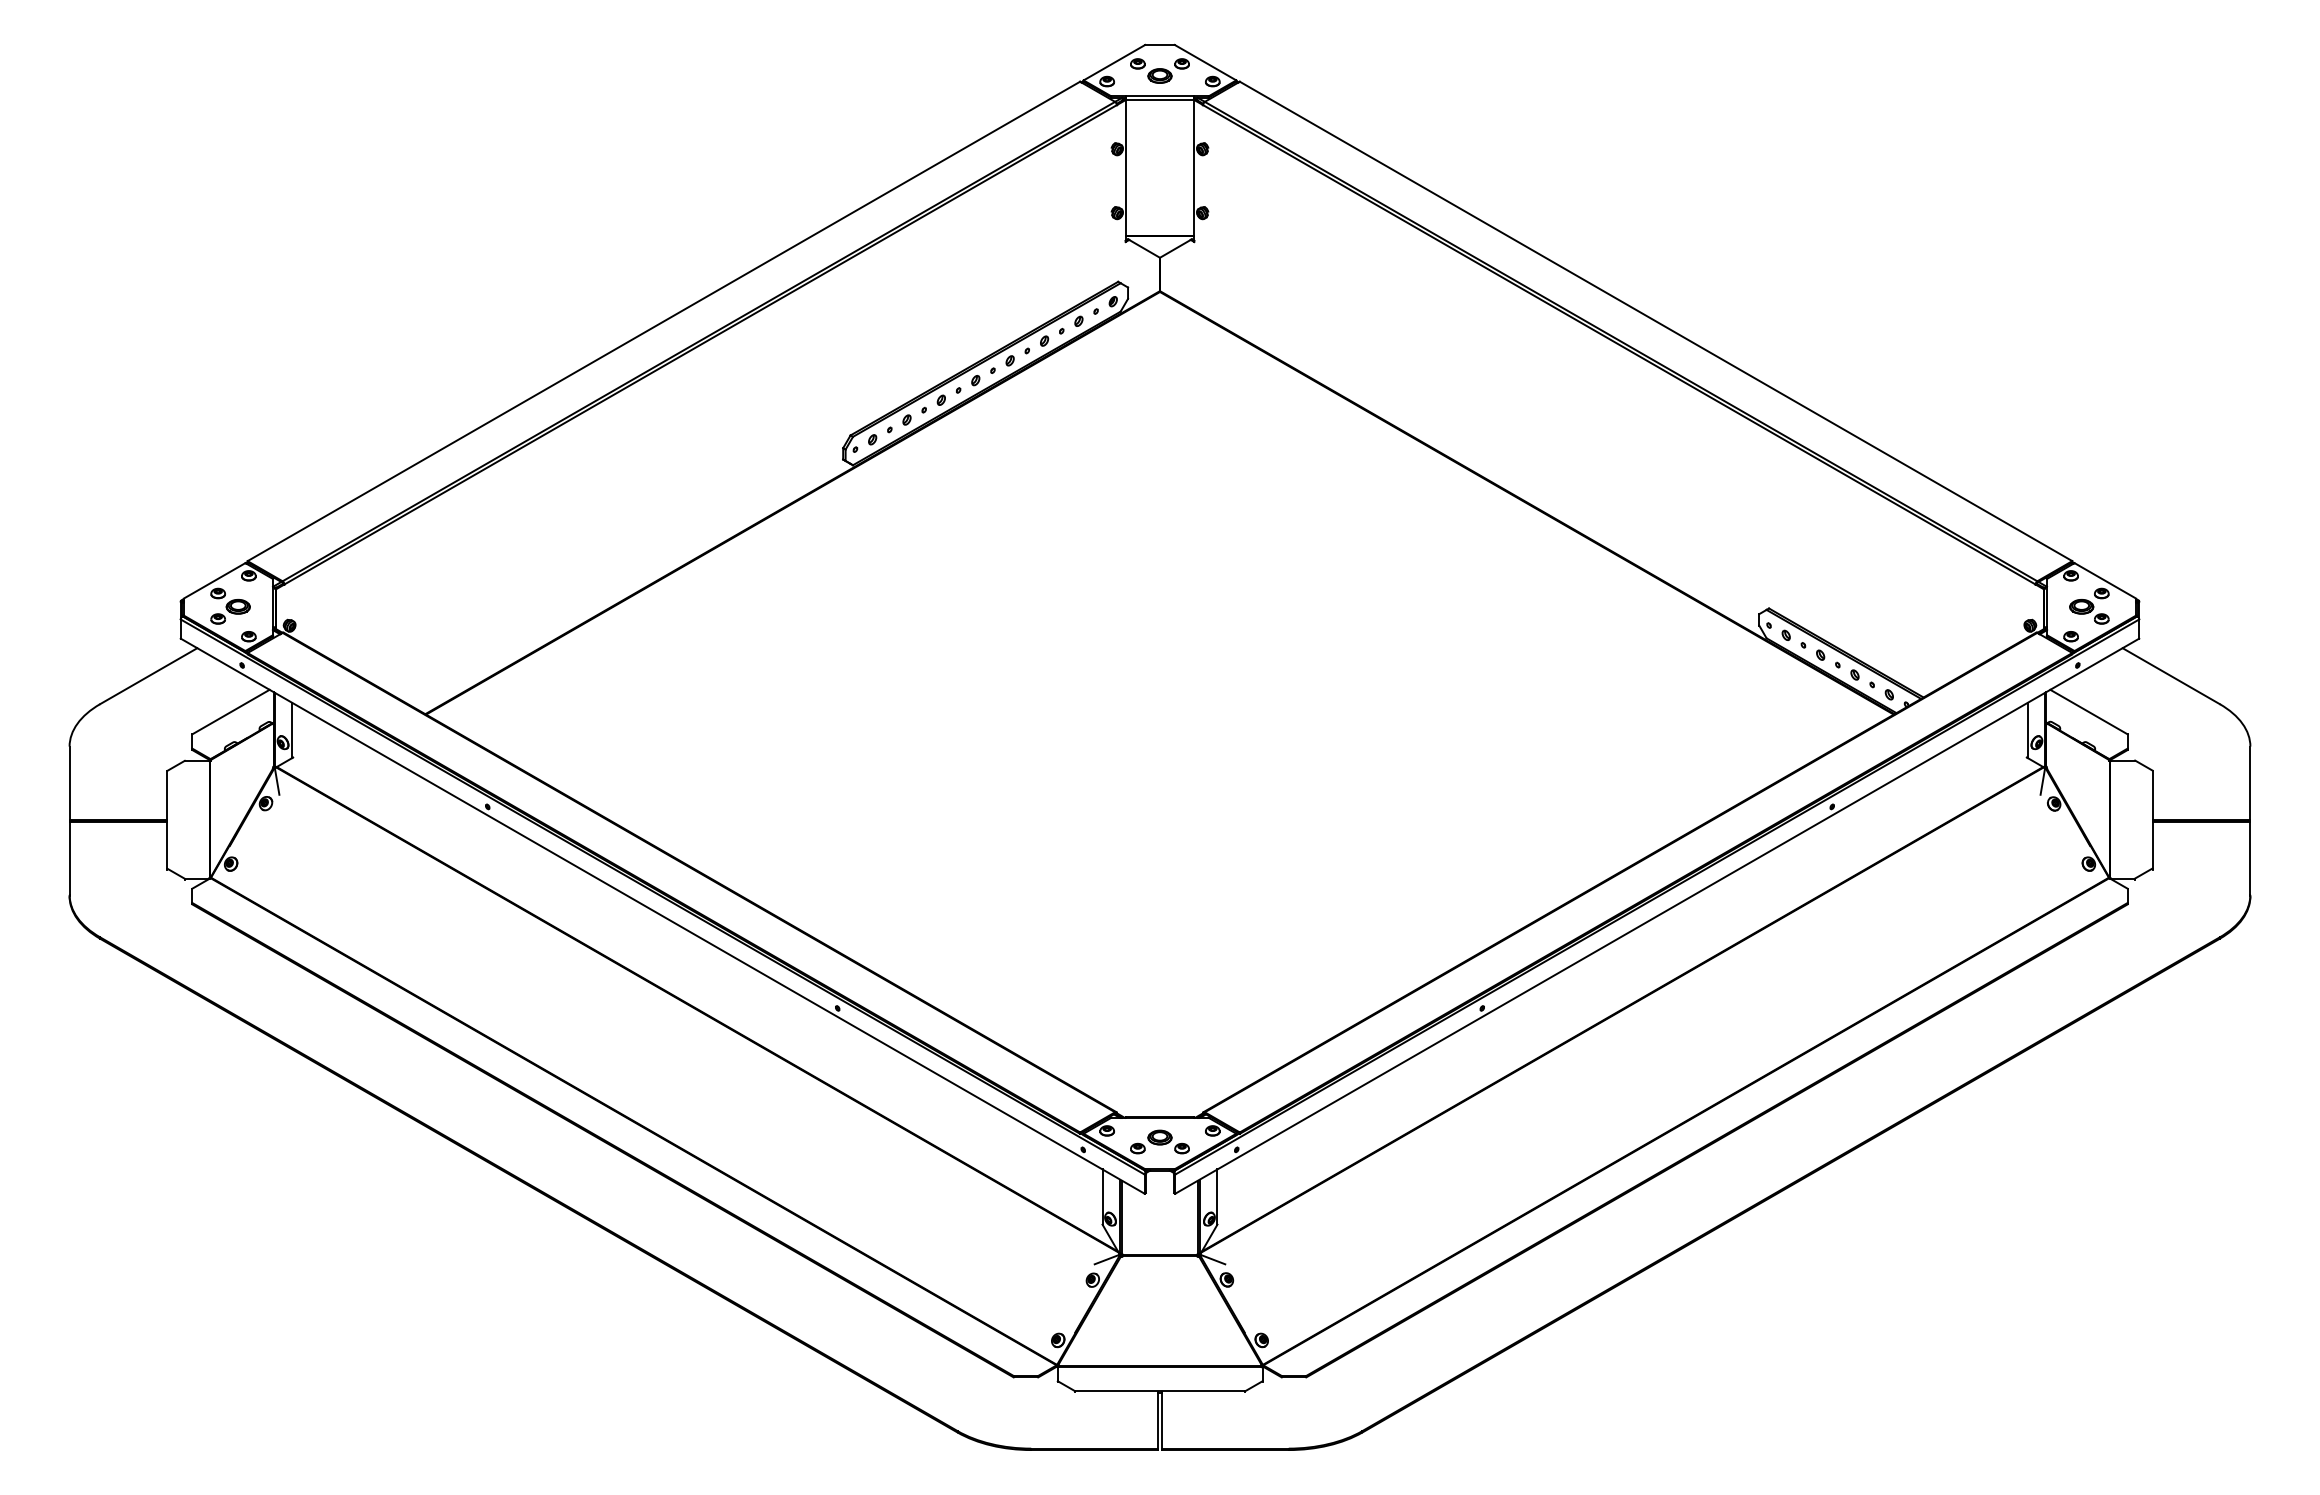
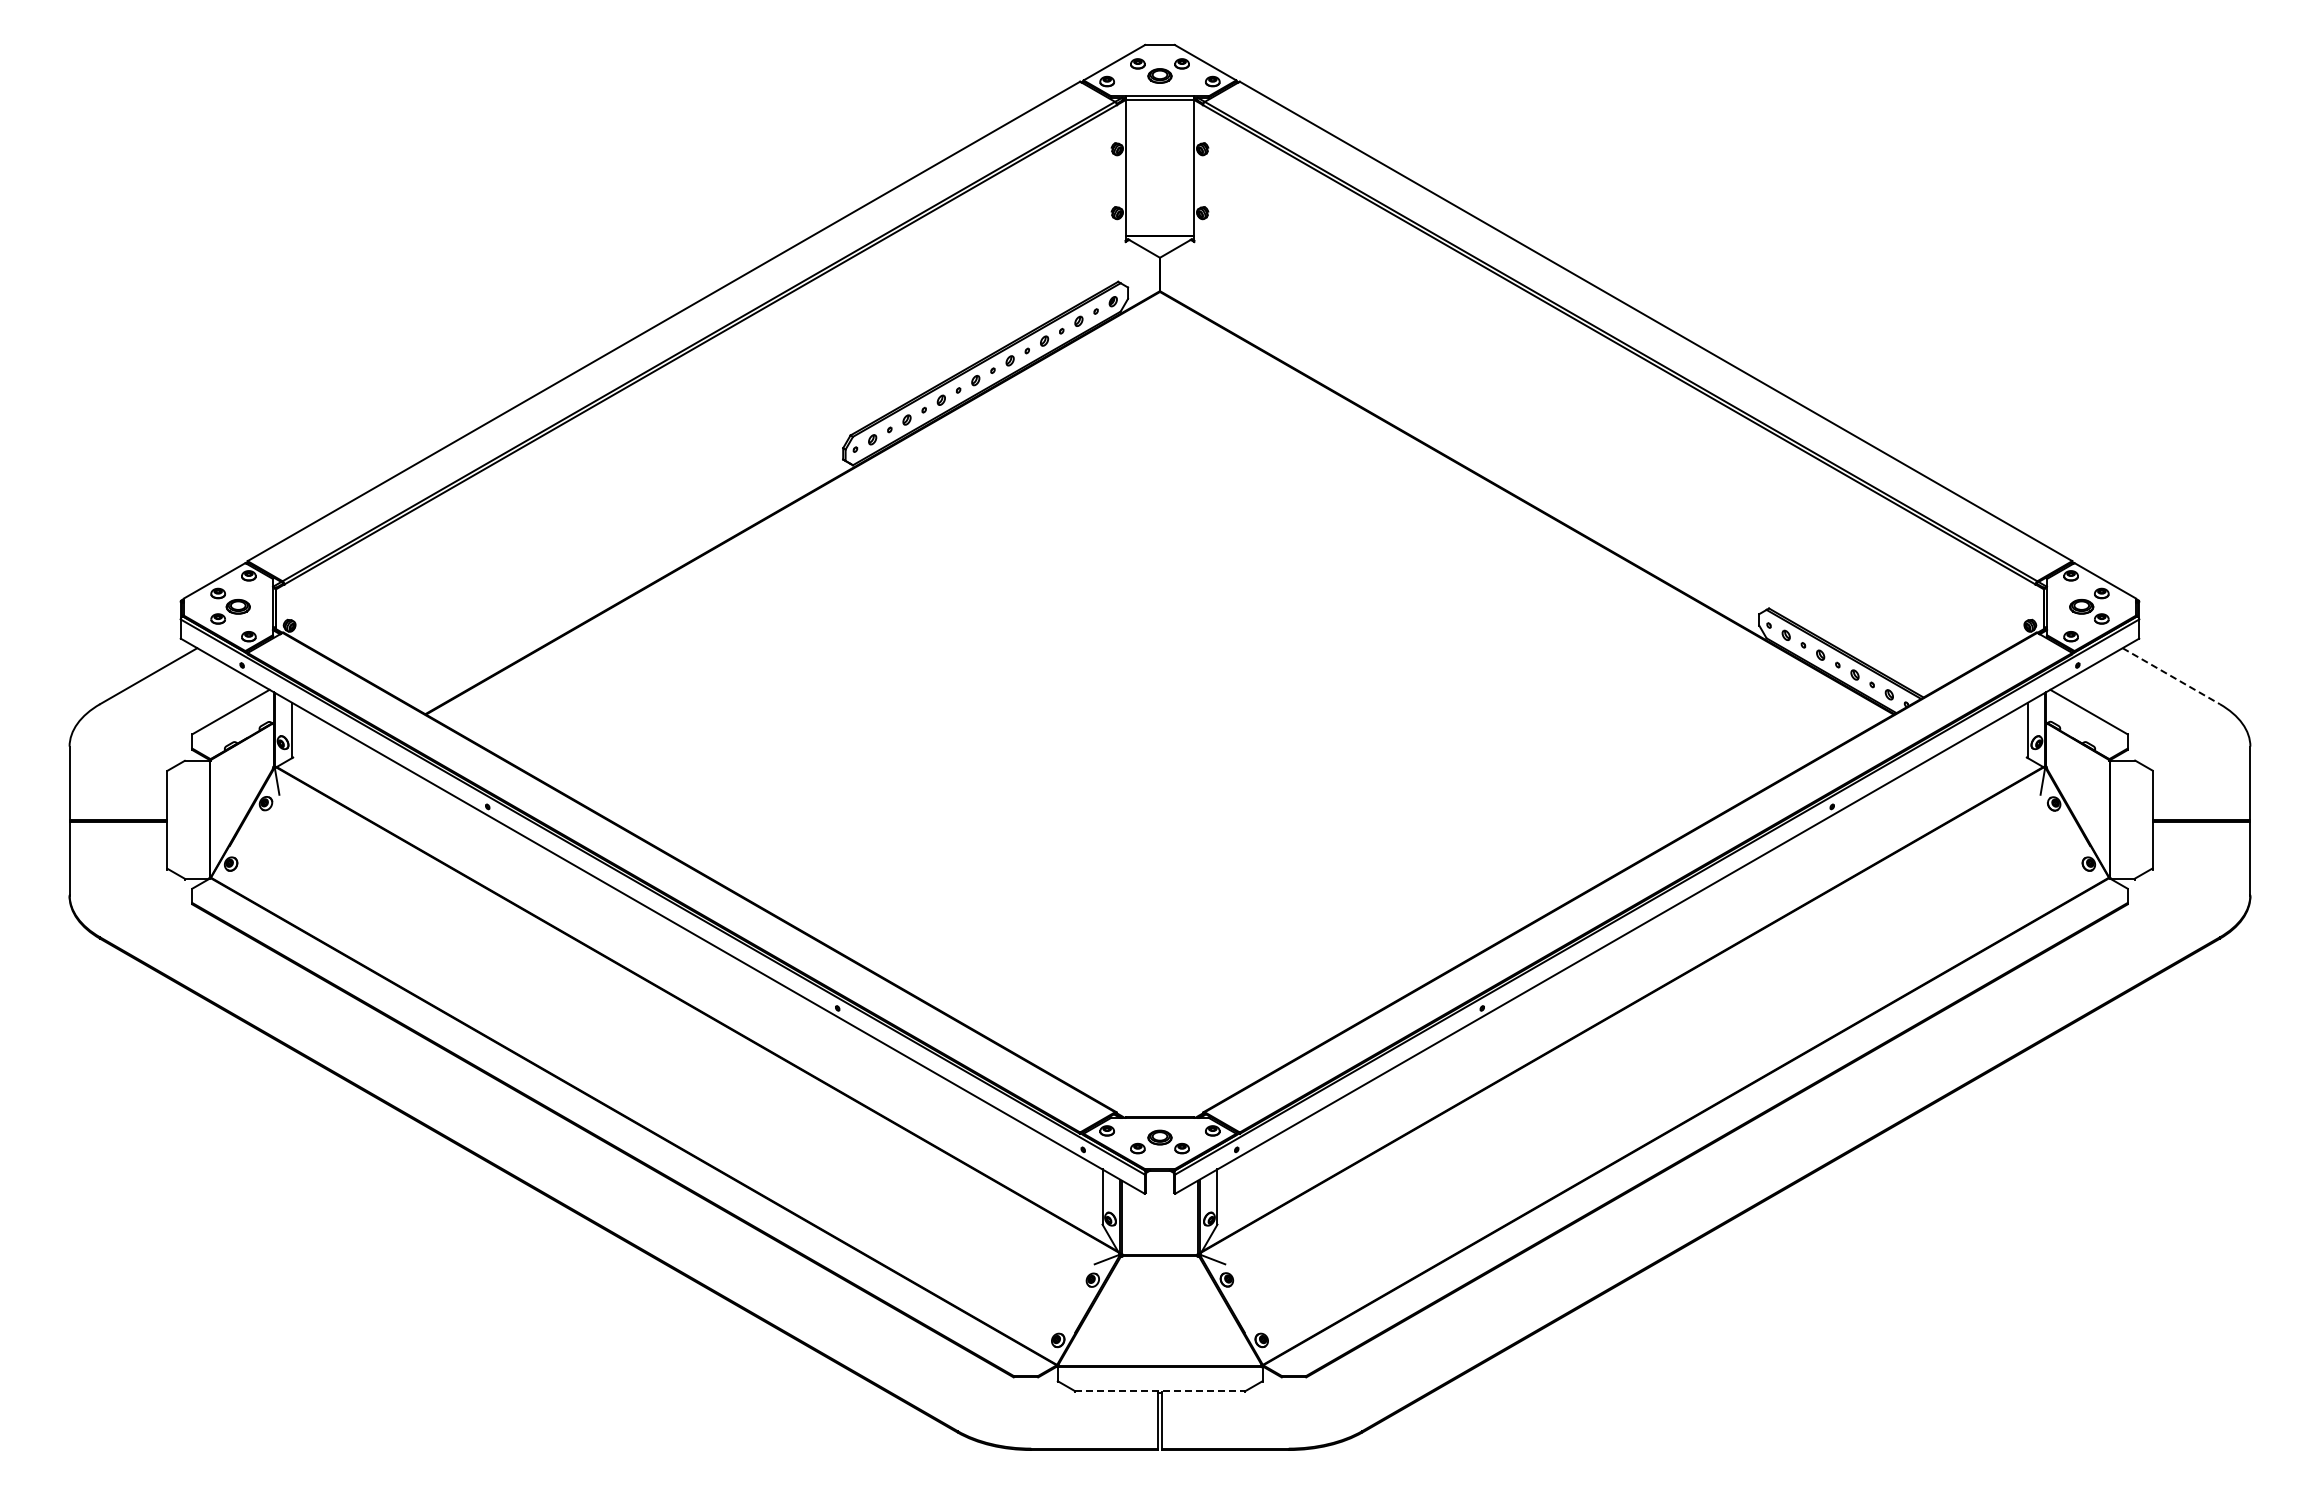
line at (2171, 676): solid -> dashed
line at (1160, 1391): solid -> dashed
